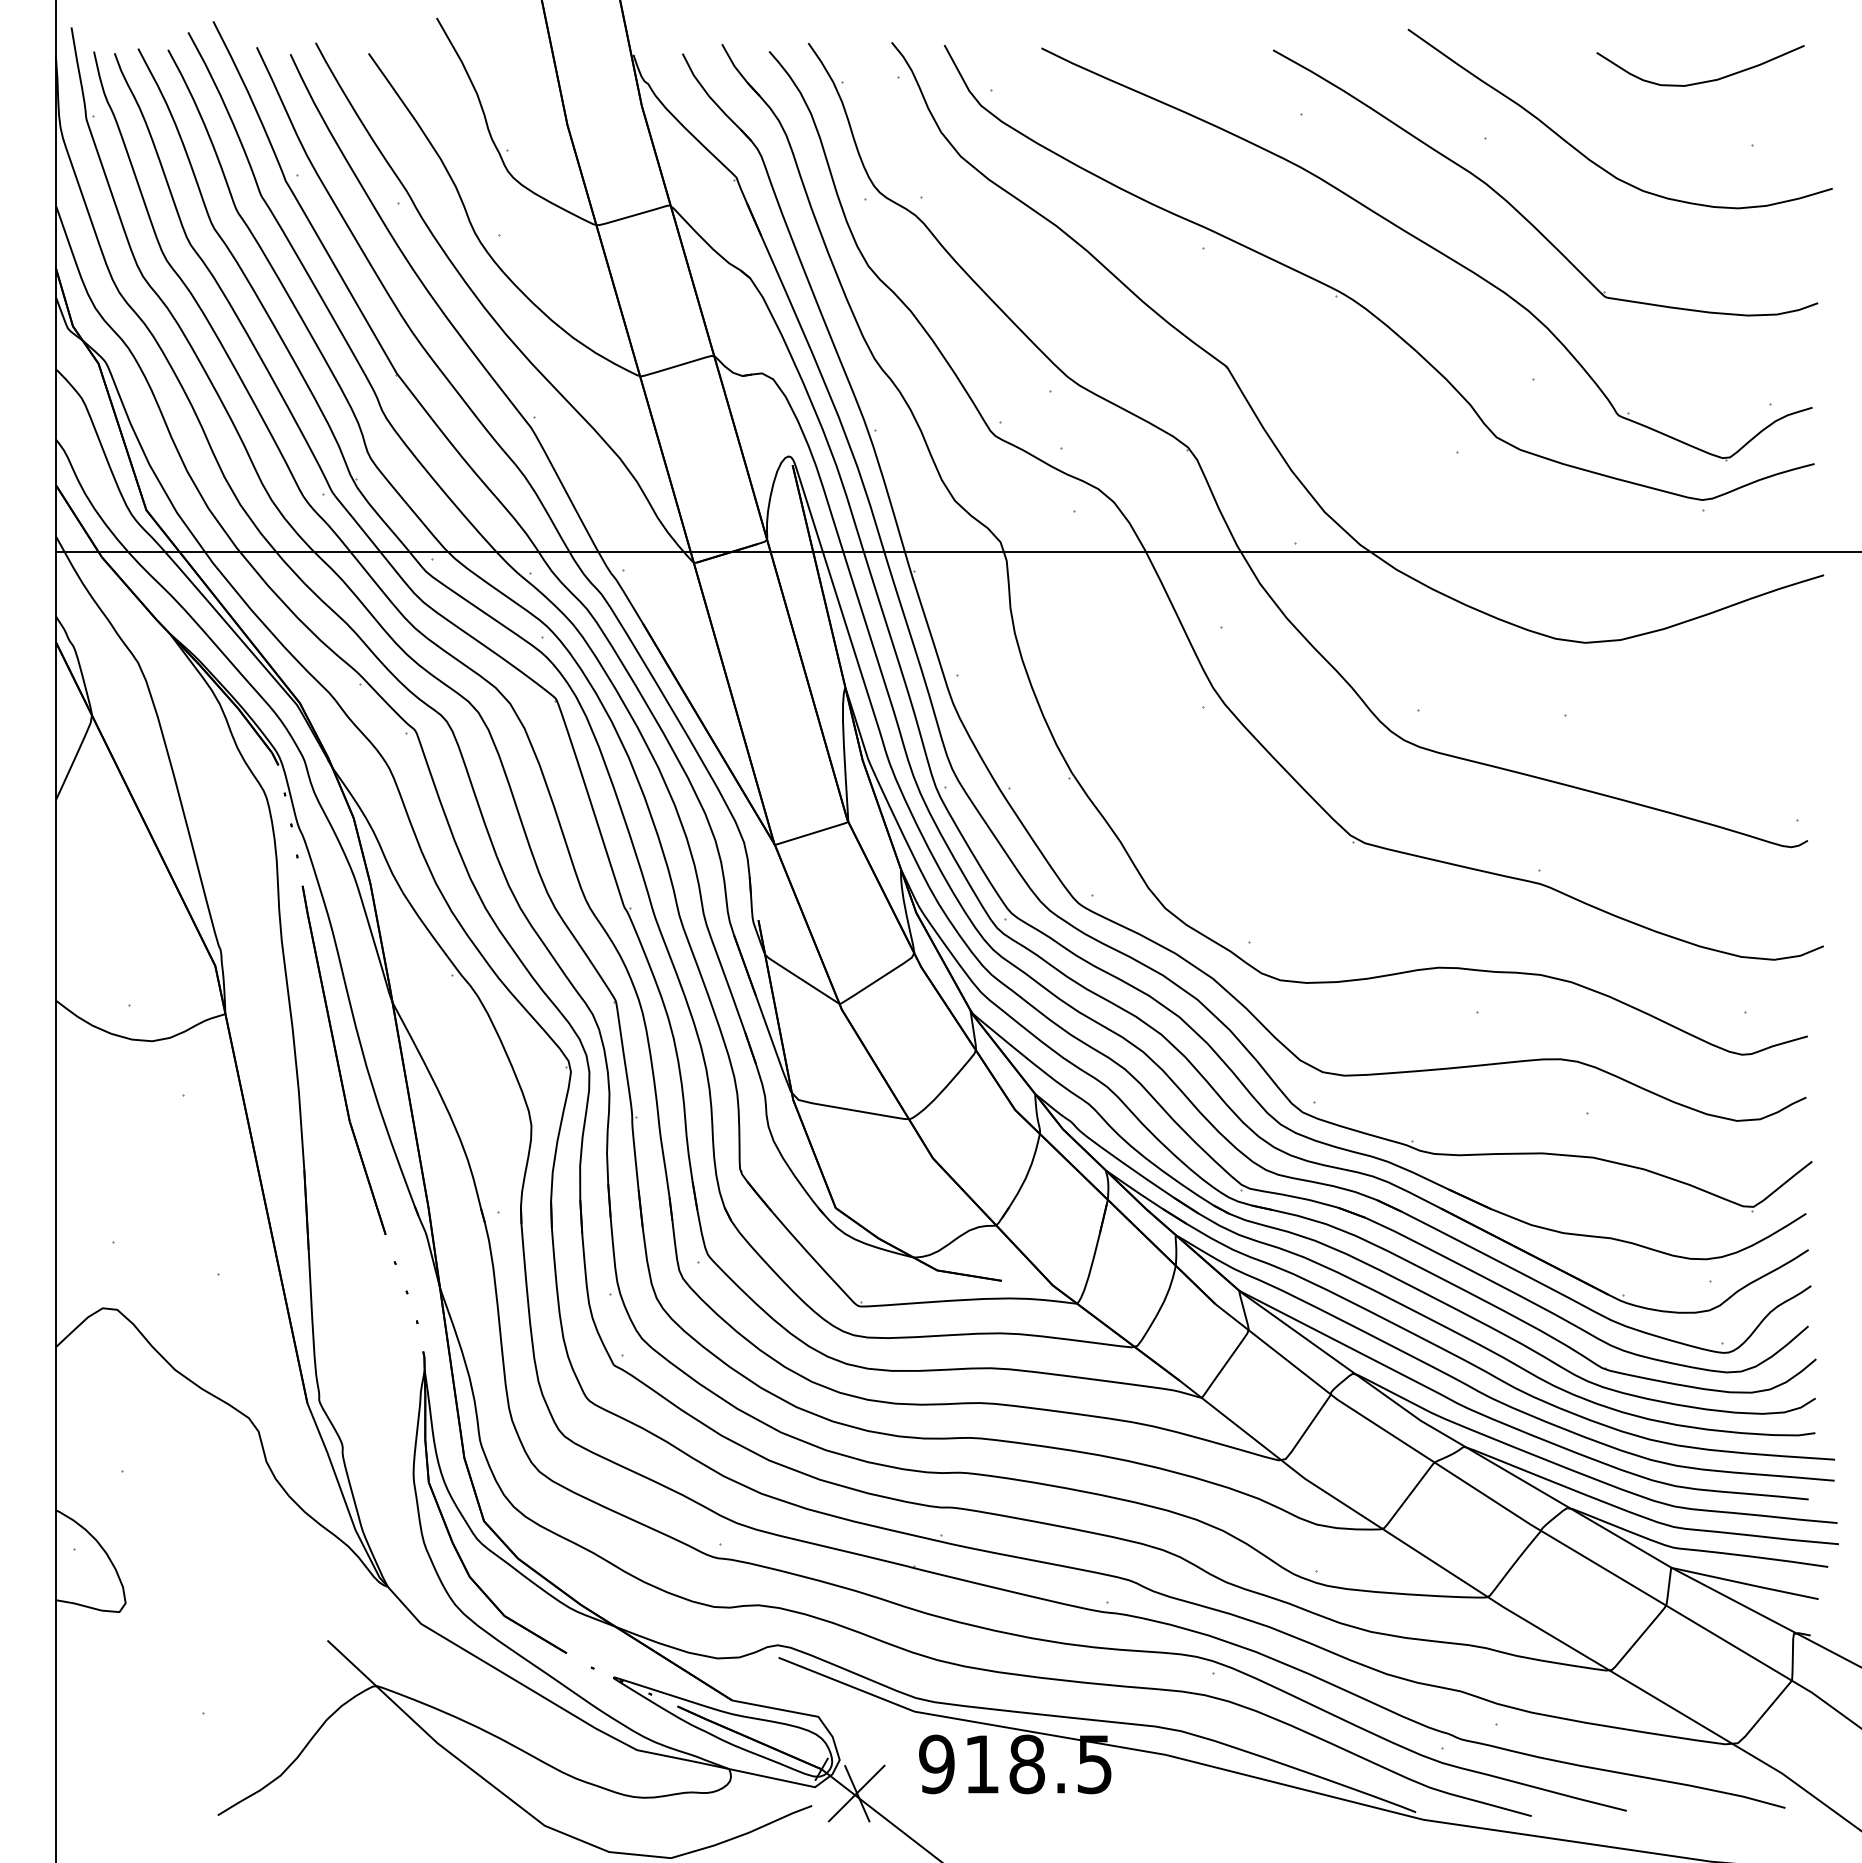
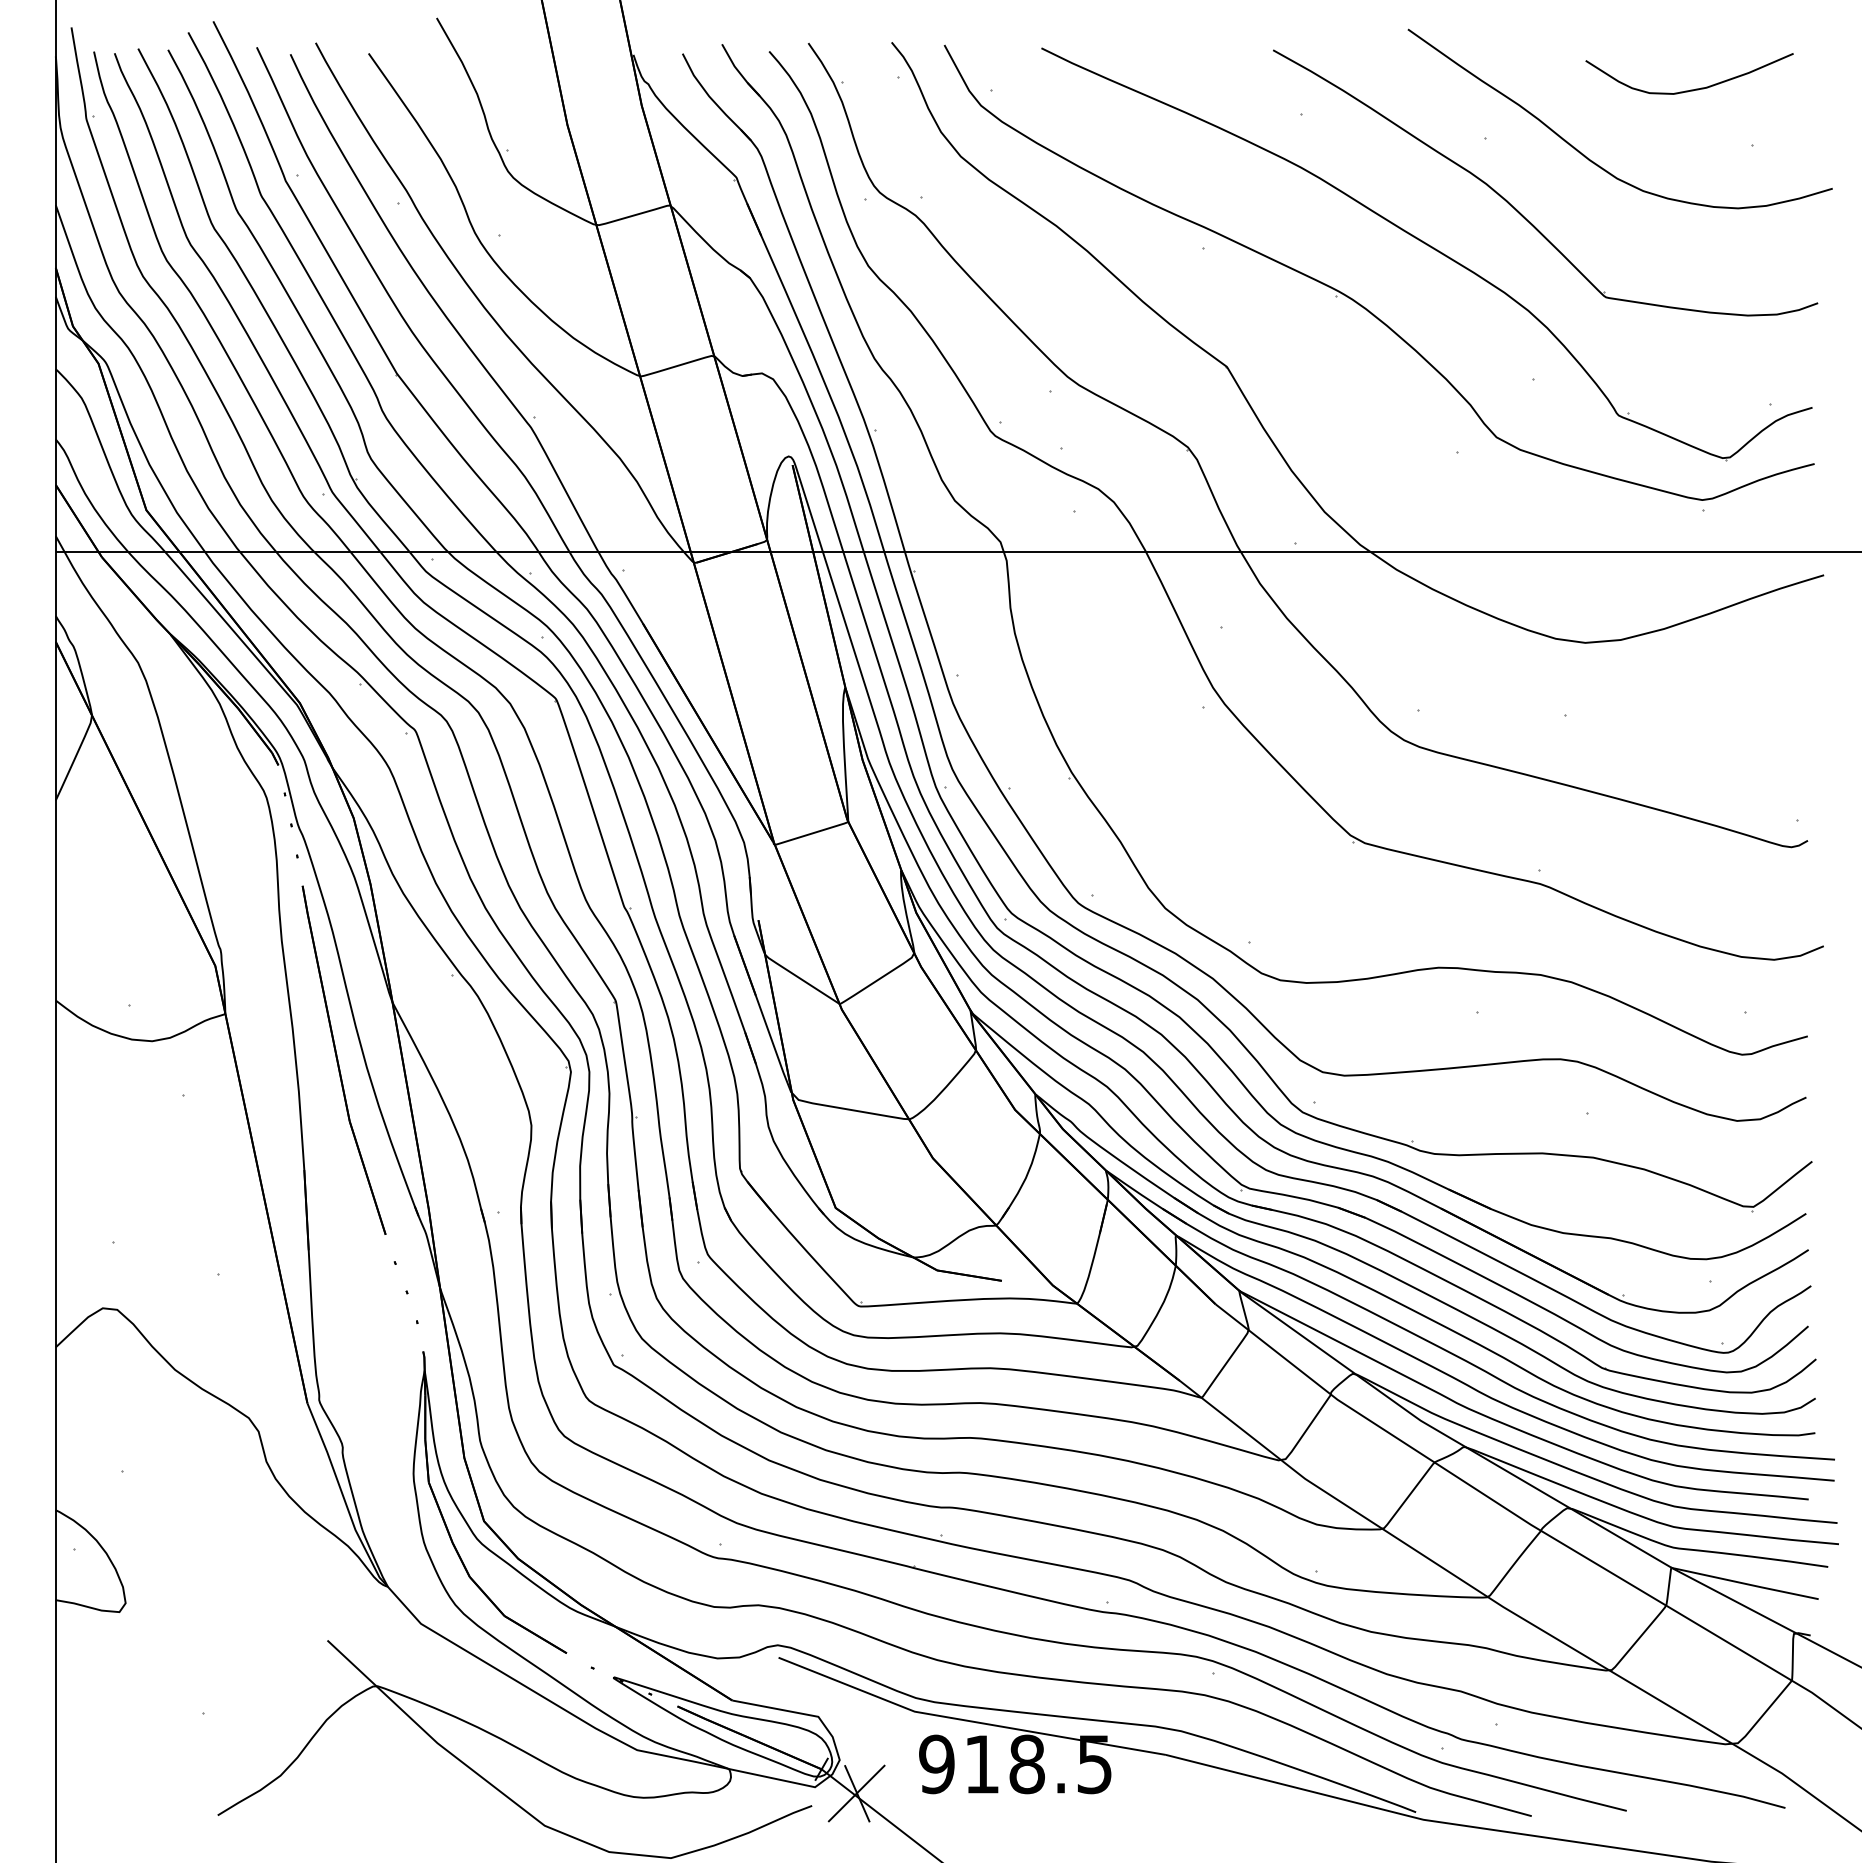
curve at (1701, 81) position: (1701, 81) -> (1690, 89)
